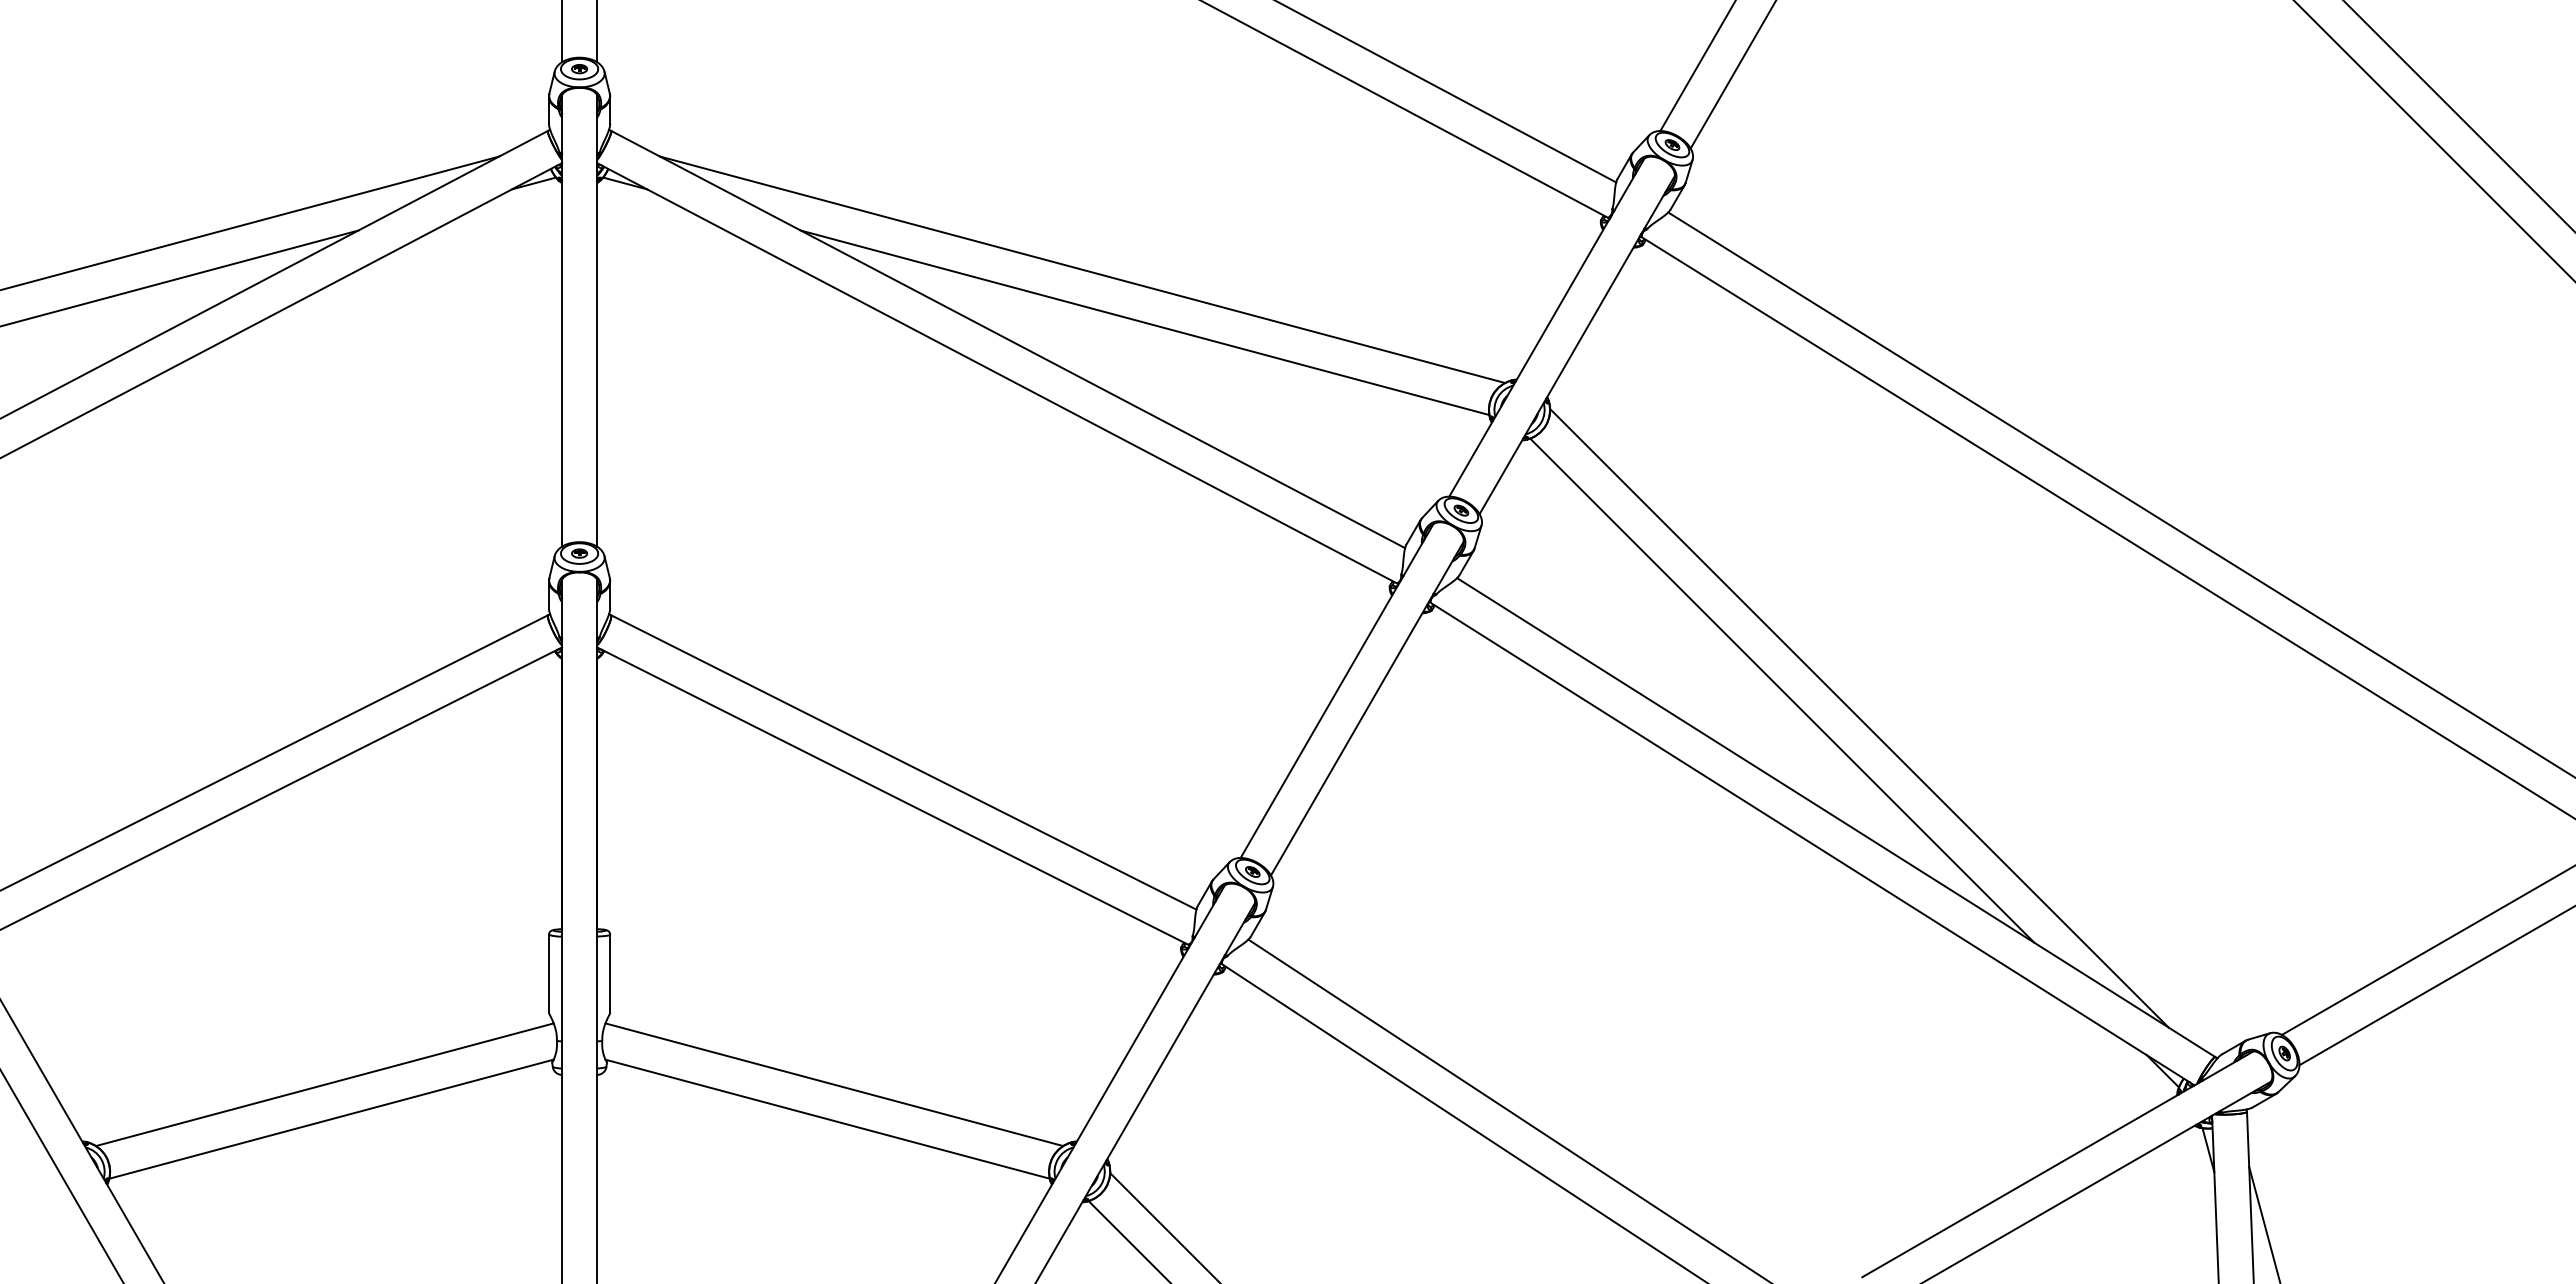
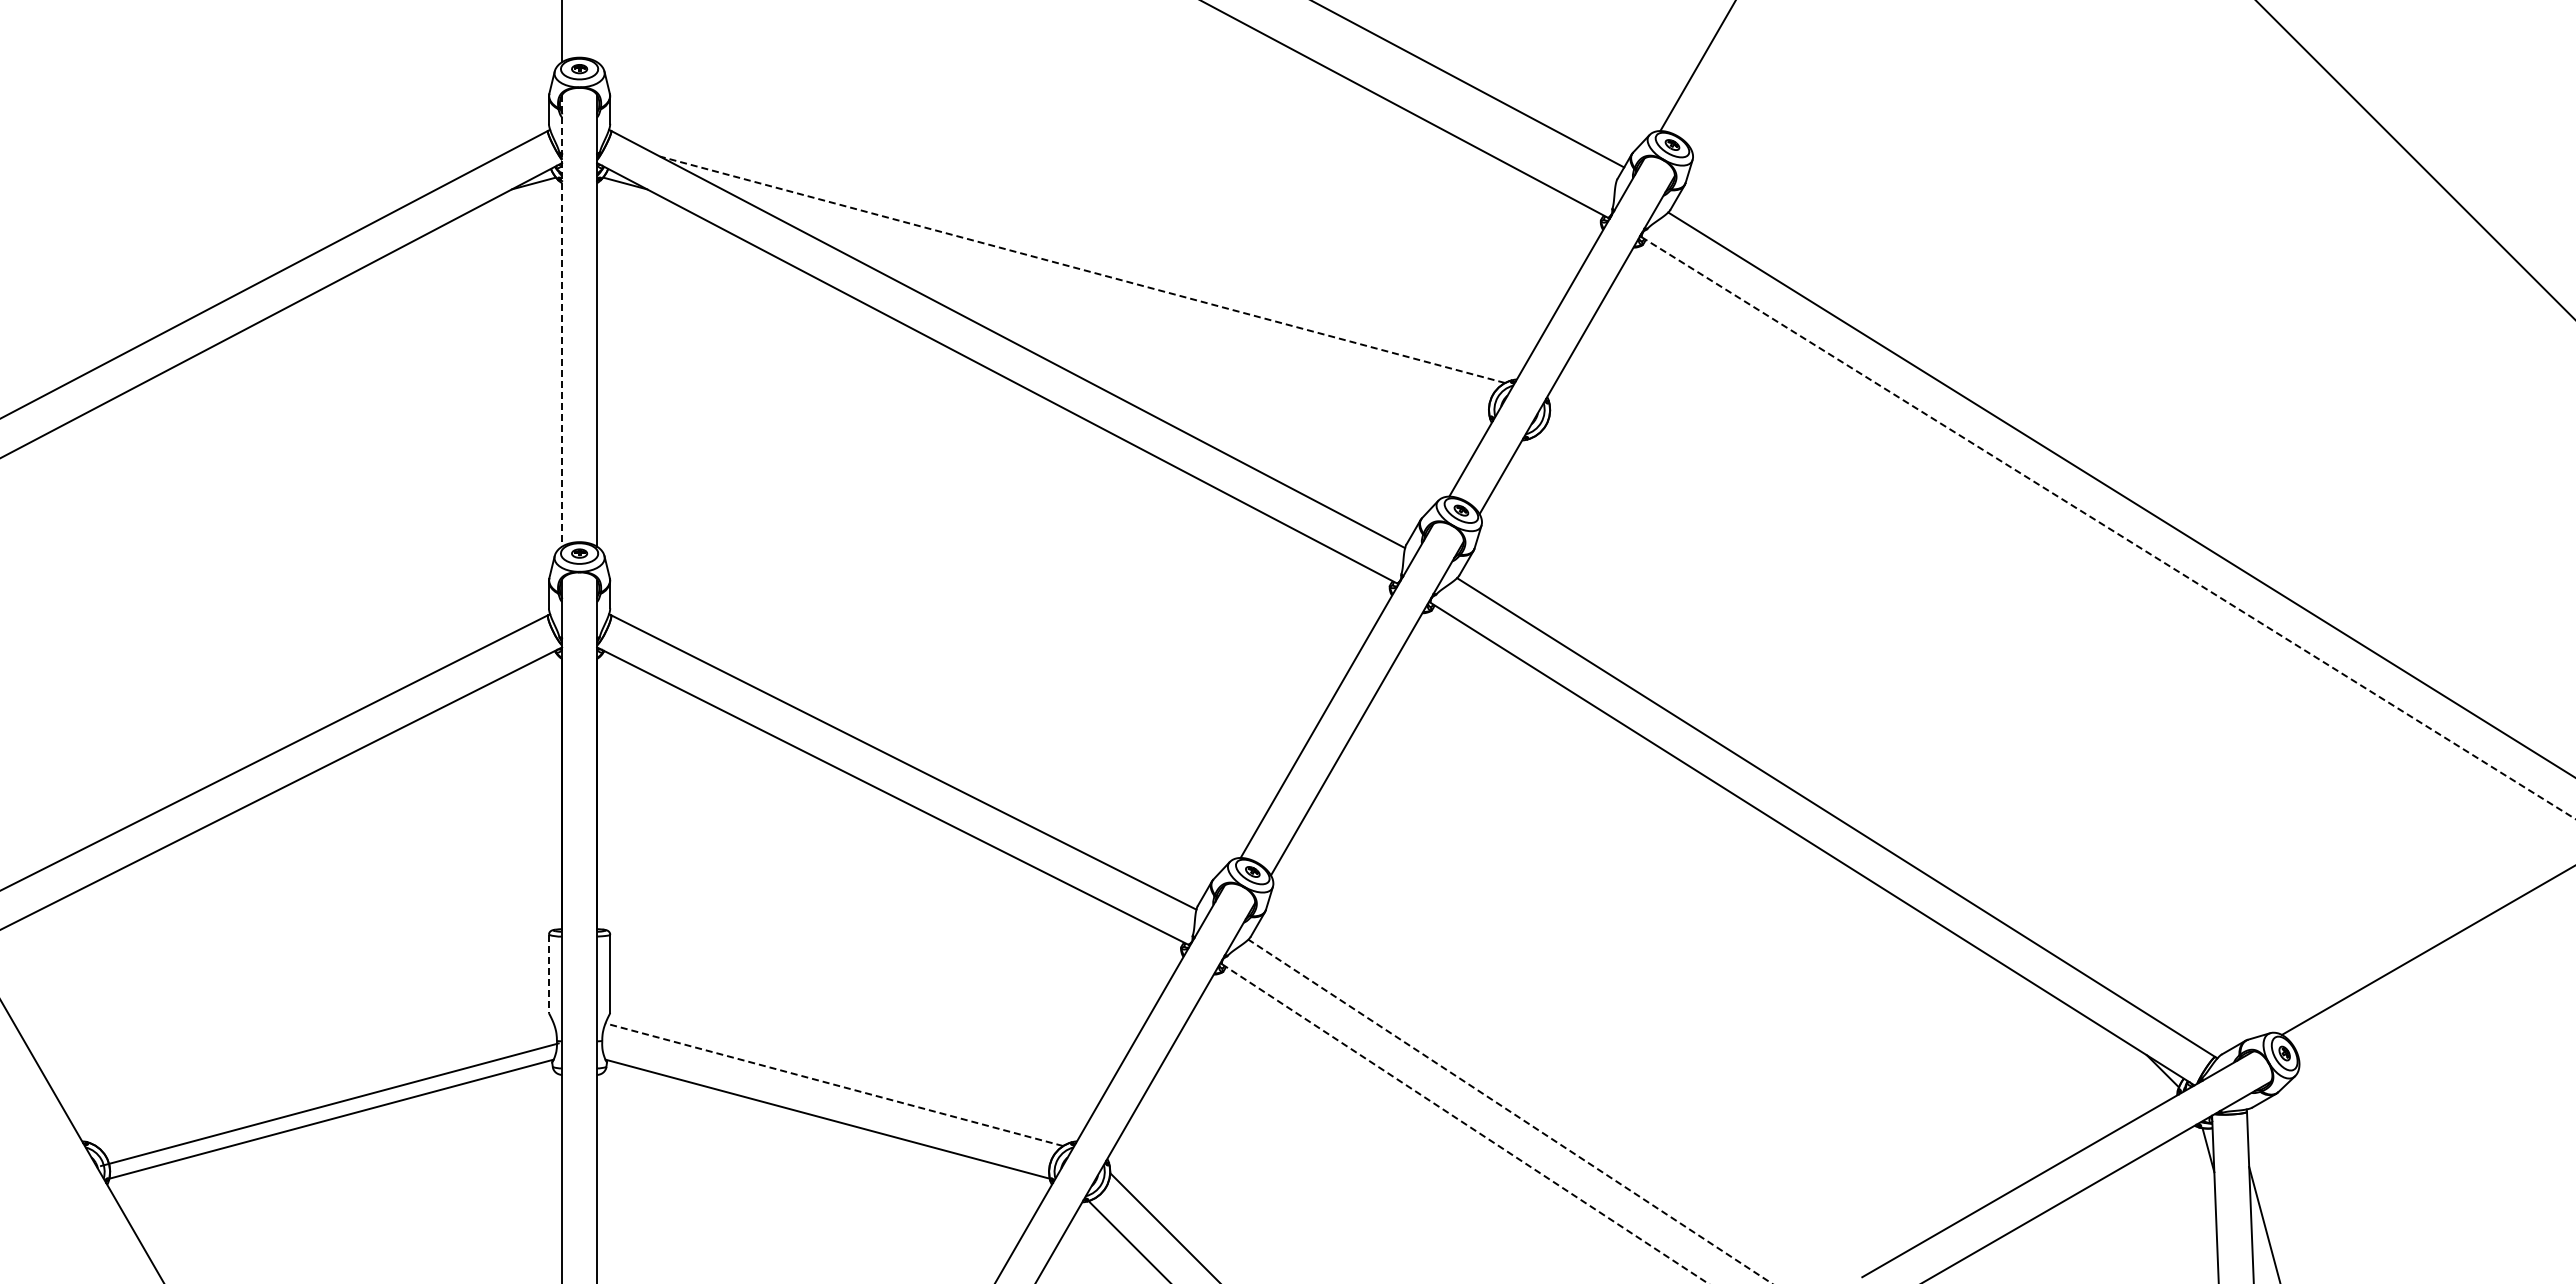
line at (597, 32): present -> none
line at (1732, 75): present -> none
line at (1447, 92) position: (1447, 92) -> (1469, 84)
line at (2458, 116): present -> none
line at (2433, 140) position: (2433, 140) -> (2414, 159)
line at (250, 222): present -> none
line at (1082, 269): solid -> dashed
line at (180, 277): present -> none
line at (562, 320): solid -> dashed
line at (1144, 322): present -> none
line at (2108, 528): solid -> dashed
line at (1782, 690): present -> none
line at (1859, 718): present -> none
line at (548, 974): solid -> dashed
line at (2435, 986): present -> none
line at (324, 1084) position: (324, 1084) -> (329, 1104)
line at (834, 1084): solid -> dashed
line at (1509, 1111): solid -> dashed
line at (1465, 1124): solid -> dashed
line at (62, 1176): present -> none
